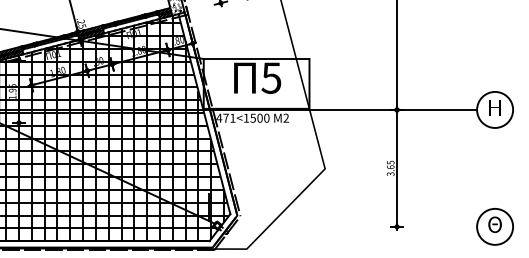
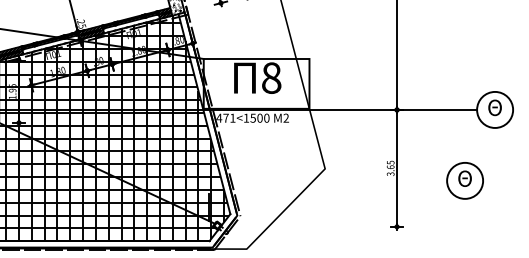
text at (271, 77): 5 -> 8
text at (494, 107): Η -> Θ
part at (494, 226) position: (494, 226) -> (464, 180)
